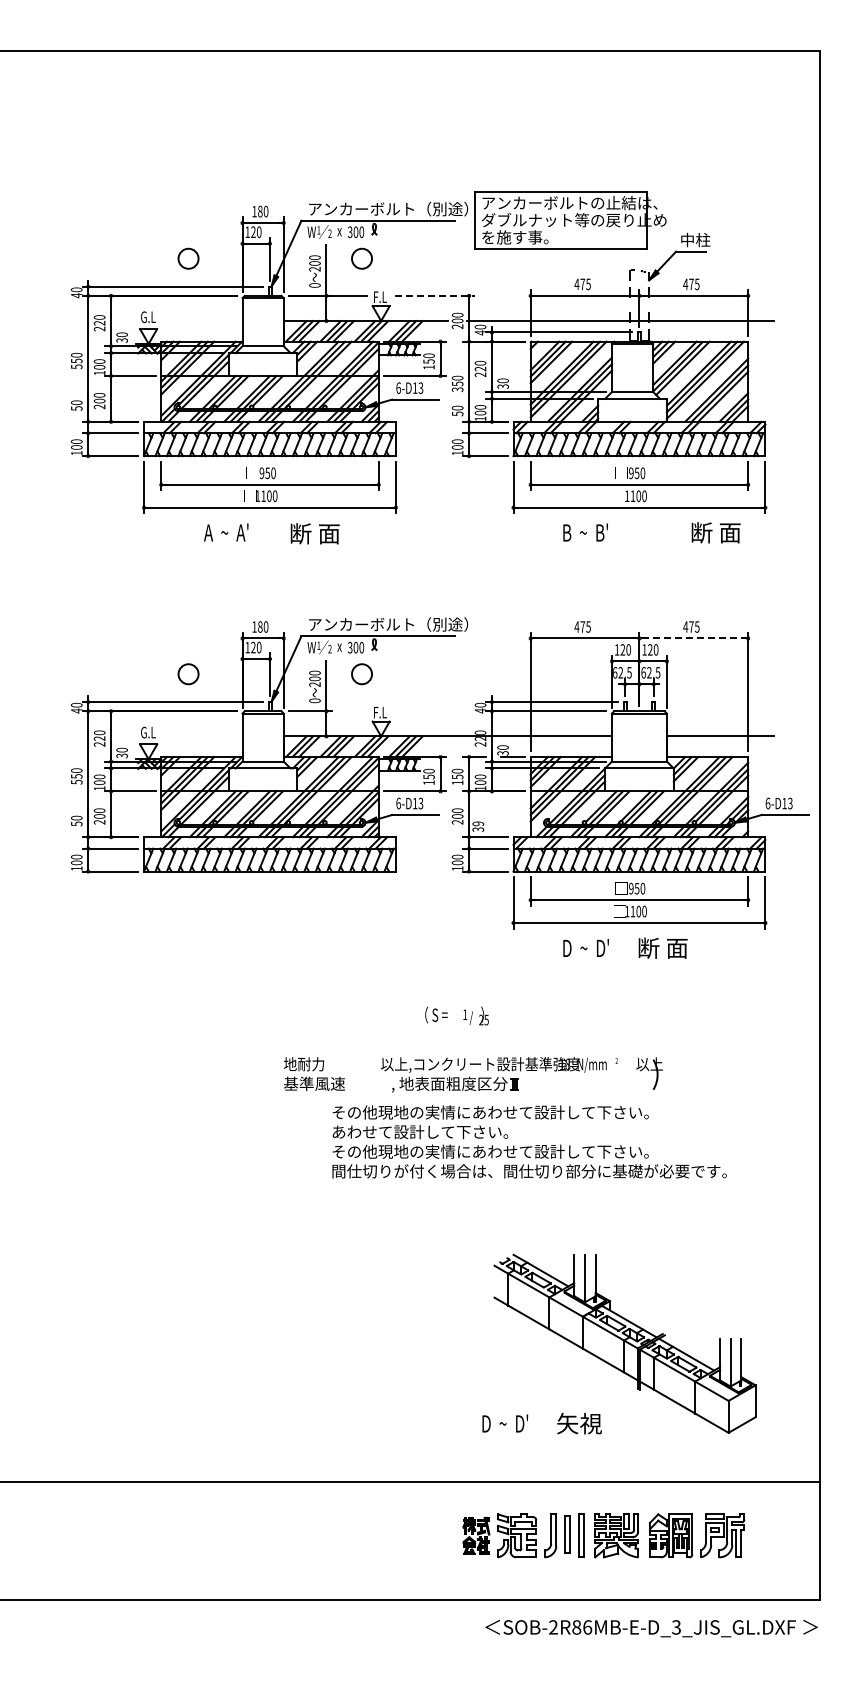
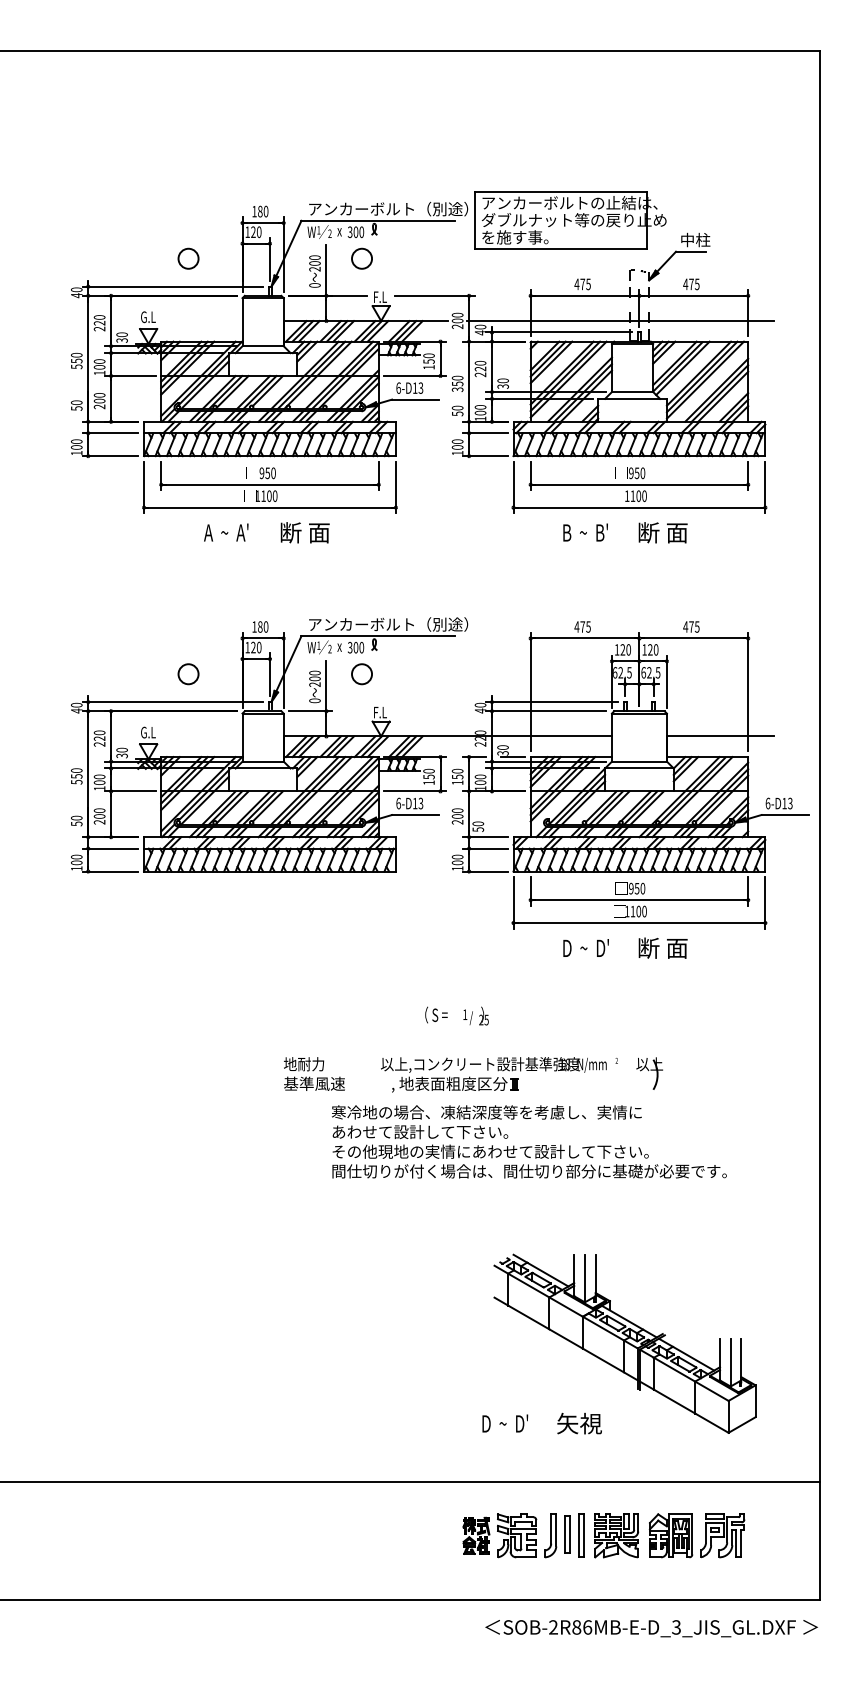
line at (435, 295): dashed -> solid
text at (715, 532) position: (715, 532) -> (662, 532)
text at (314, 533) position: (314, 533) -> (304, 532)
line at (693, 638): dashed -> solid
text at (478, 826): 39 -> 50
text at (489, 1112): その他現地の実情にあわせて設計して下さい。 -> 寒冷地の場合、凍結深度等を考慮し、実情に
